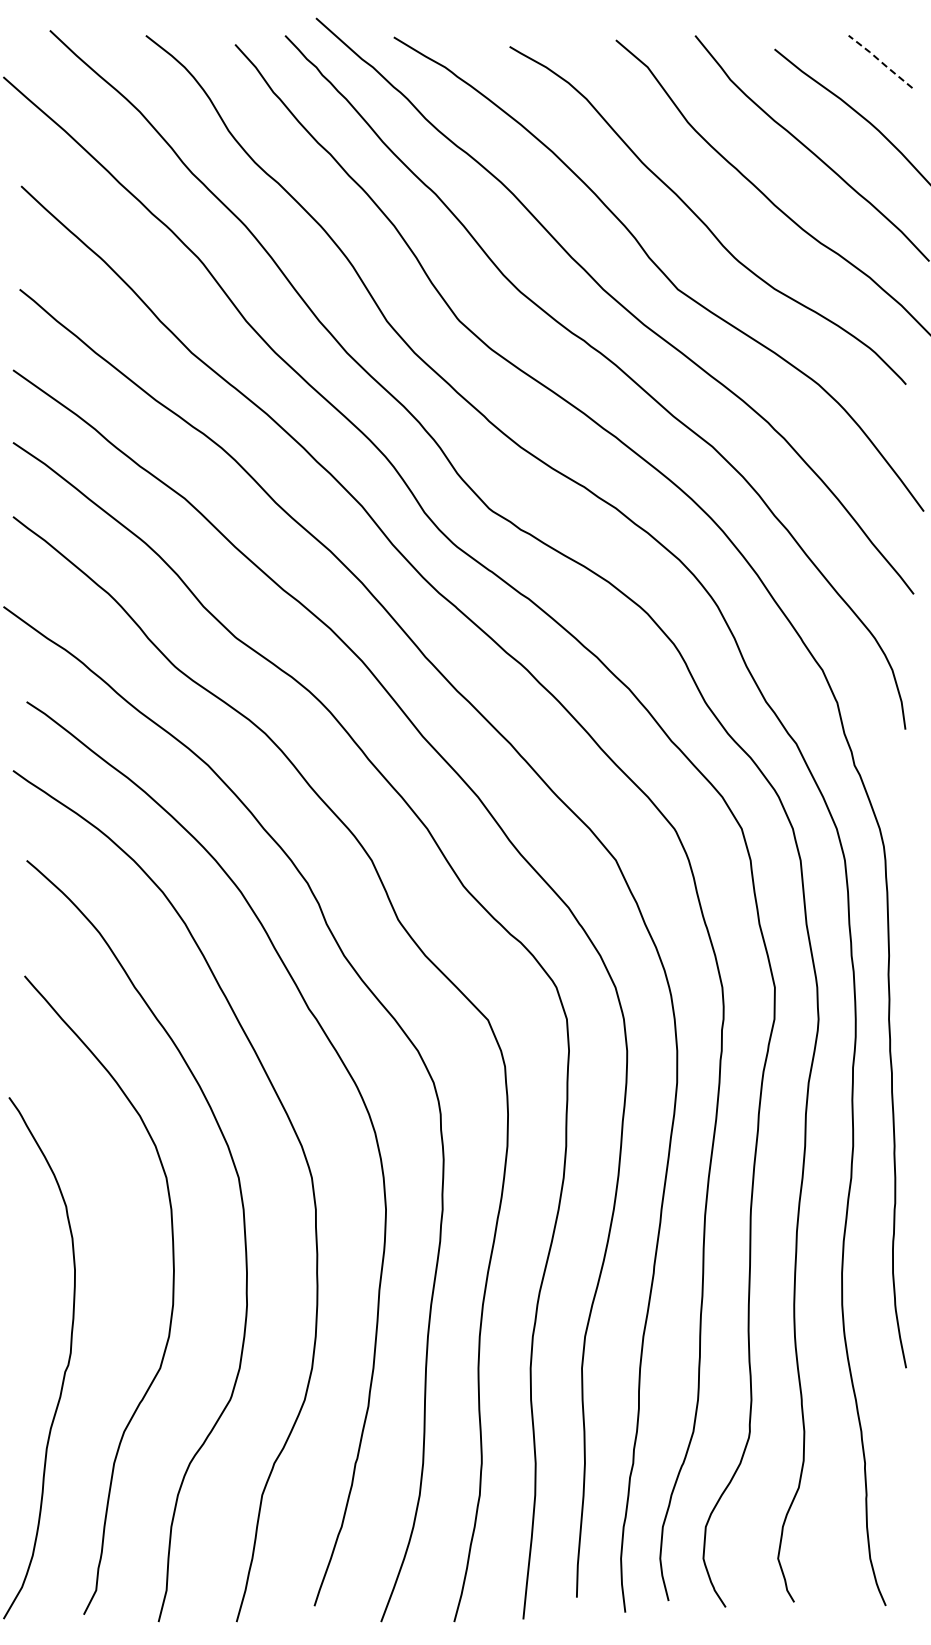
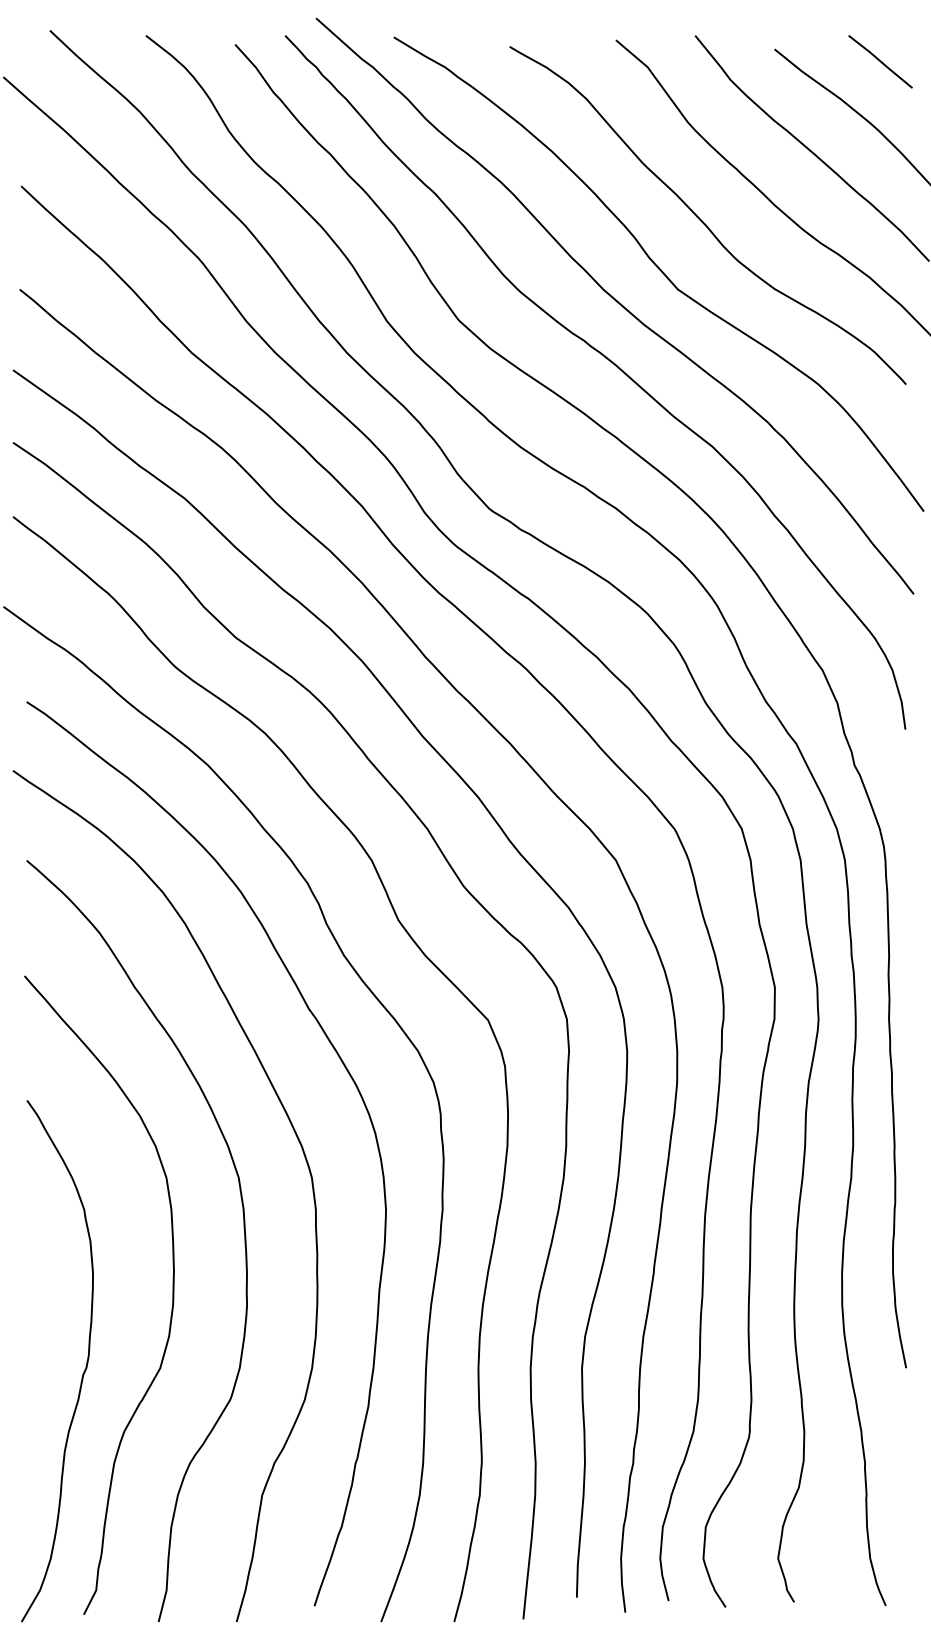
line at (880, 61): dashed -> solid
curve at (64, 1370) position: (64, 1370) -> (82, 1373)
